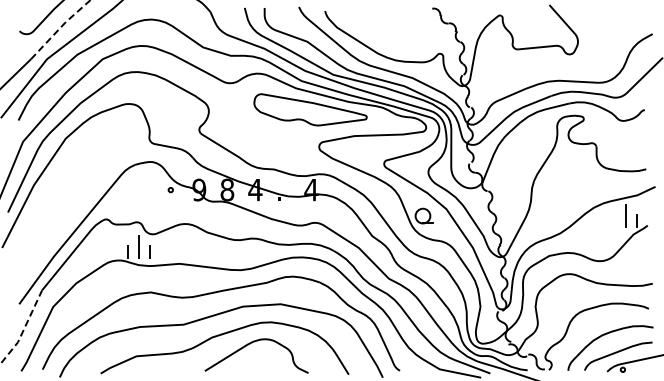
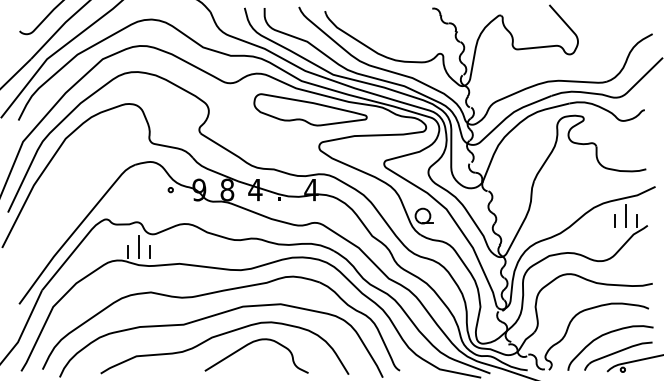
line at (60, 28): dashed -> solid
line at (614, 220): none -> present
line at (24, 328): dashed -> solid
